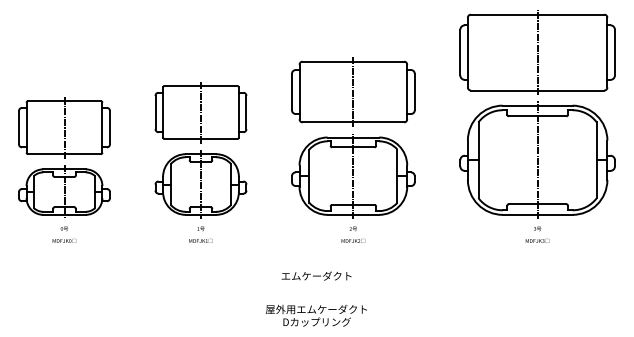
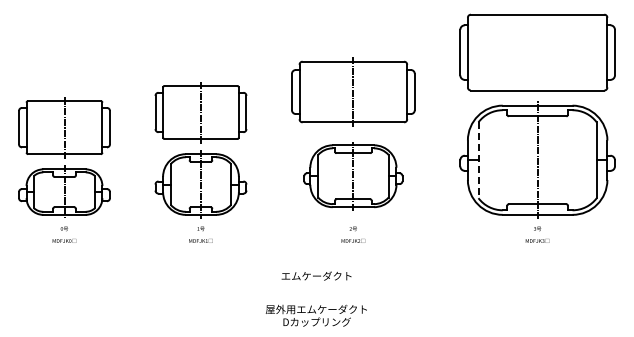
line at (537, 52): present -> none
line at (478, 160): solid -> dashed
part at (353, 176) size: 125x85 px -> 101x69 px
